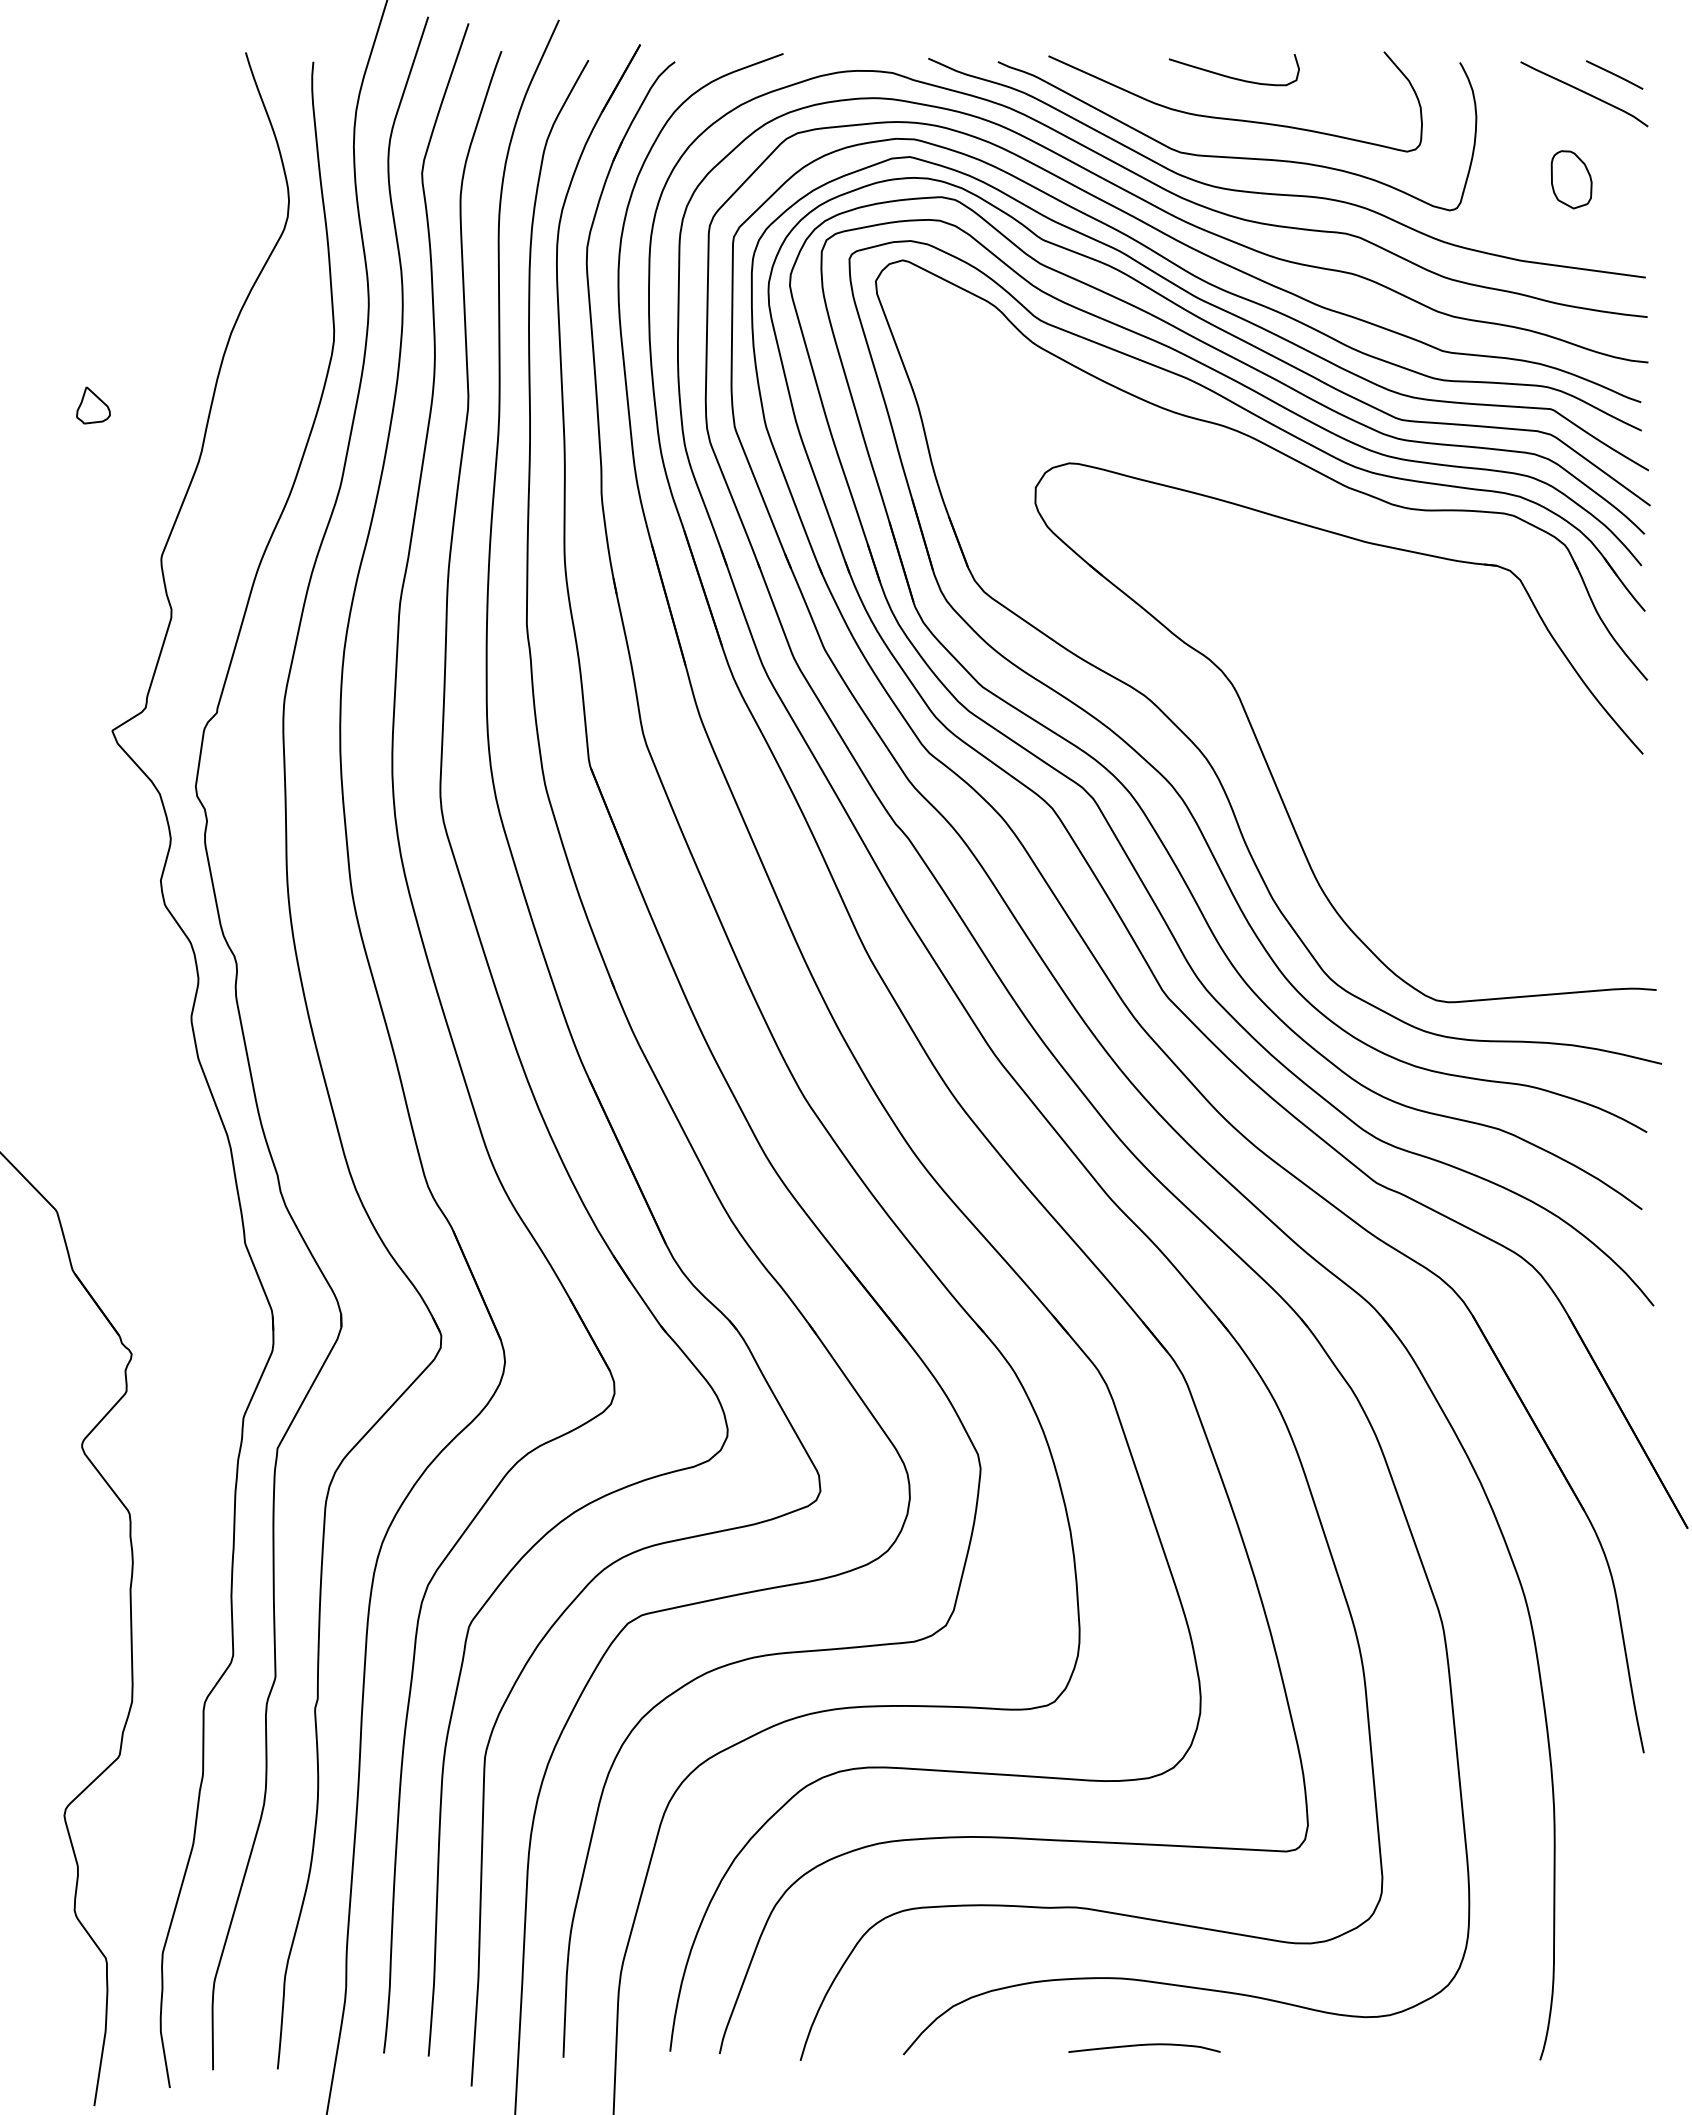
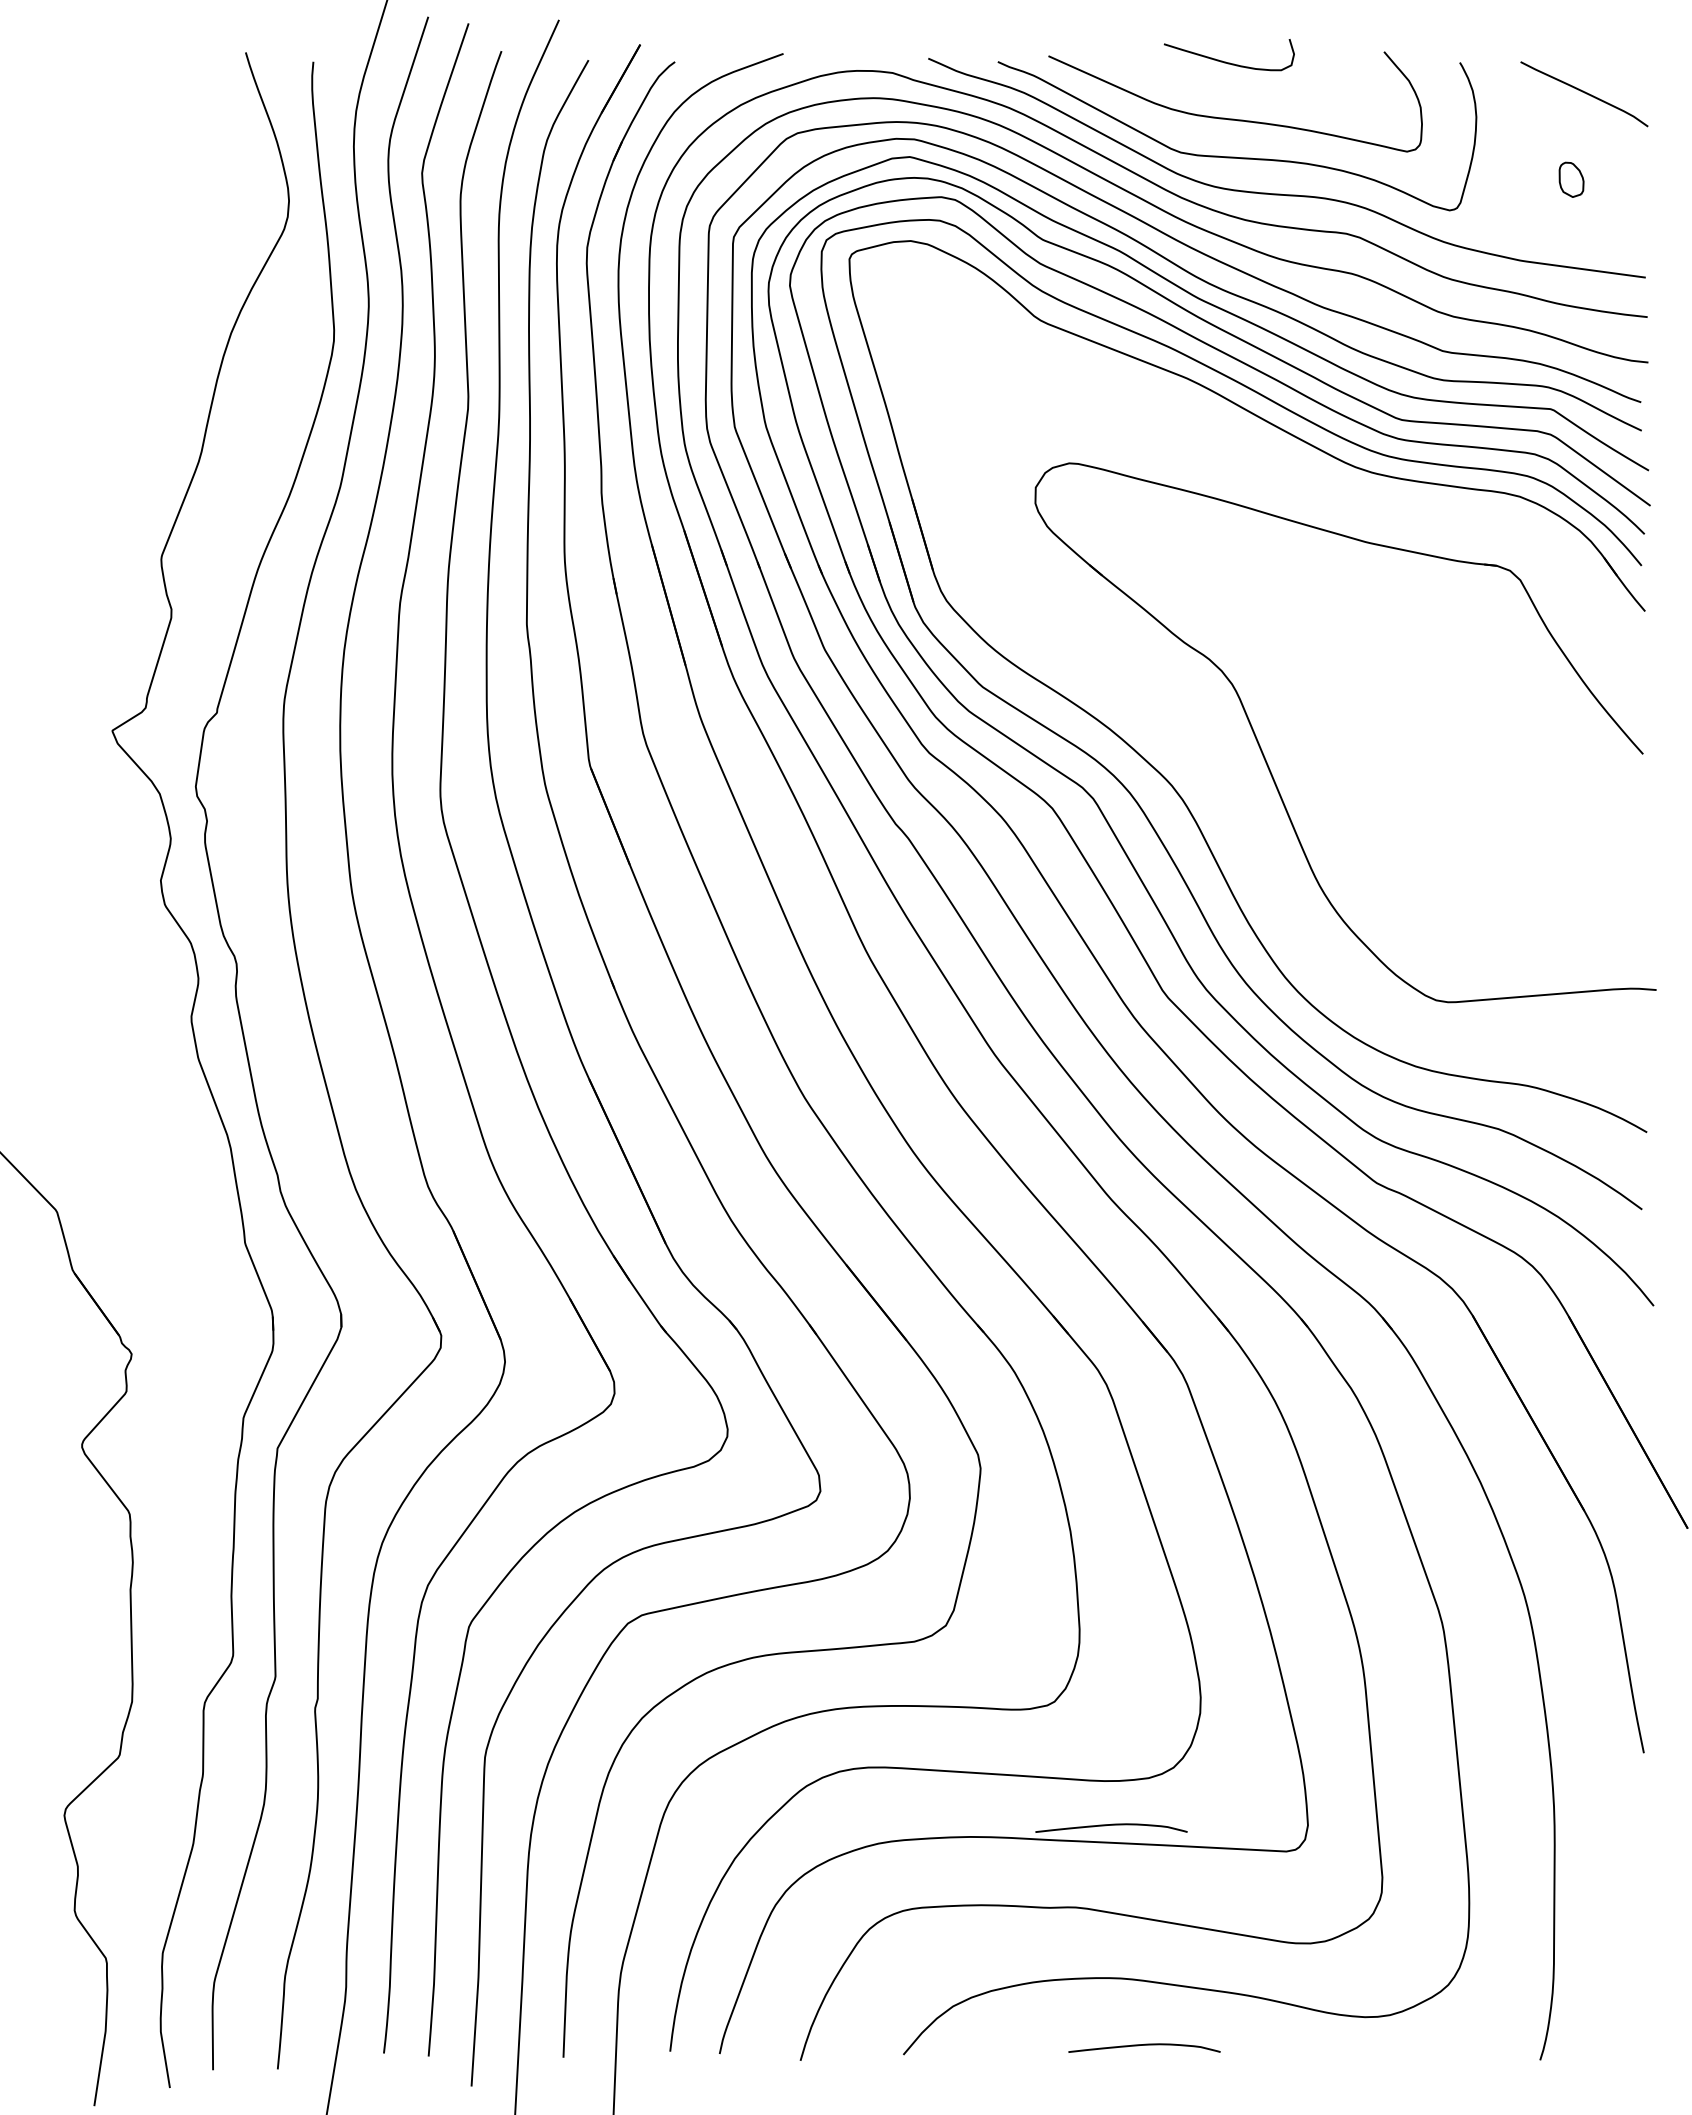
line at (1614, 74): present -> none
curve at (1230, 76) position: (1230, 76) -> (1225, 61)
part at (1571, 179) size: 43x60 px -> 27x37 px
part at (93, 405): present -> none
part at (1190, 738): present -> none
curve at (1111, 1825): none -> present
